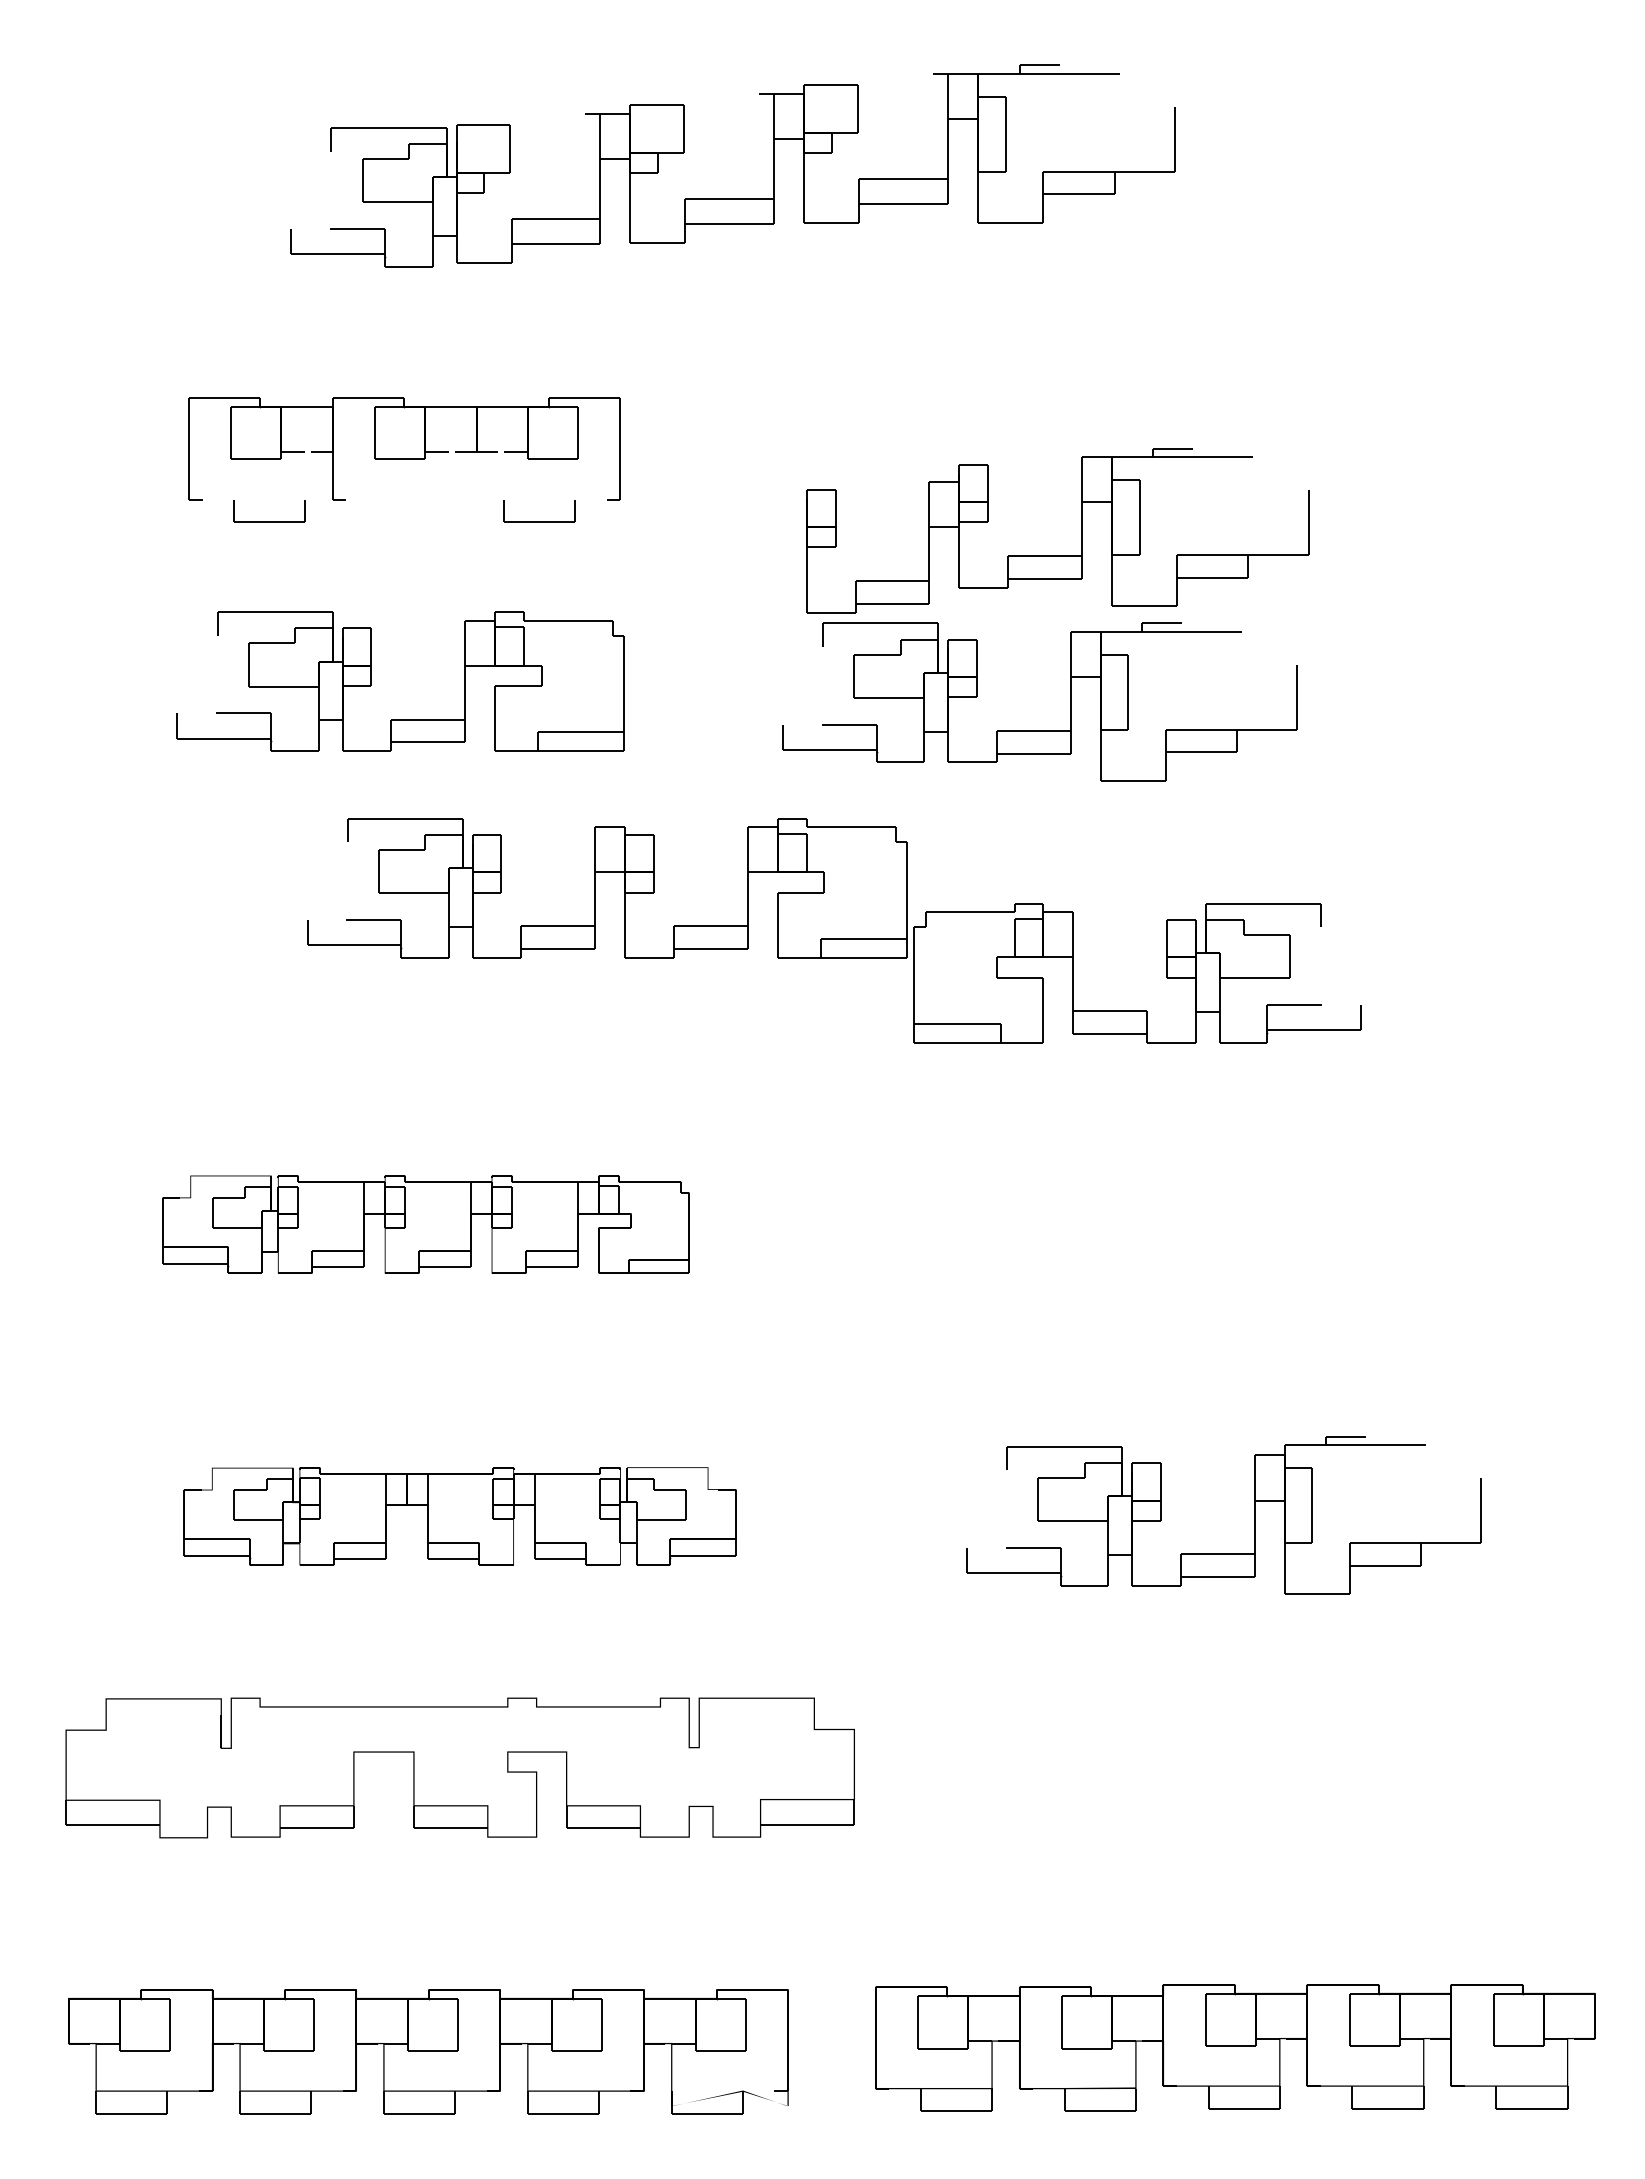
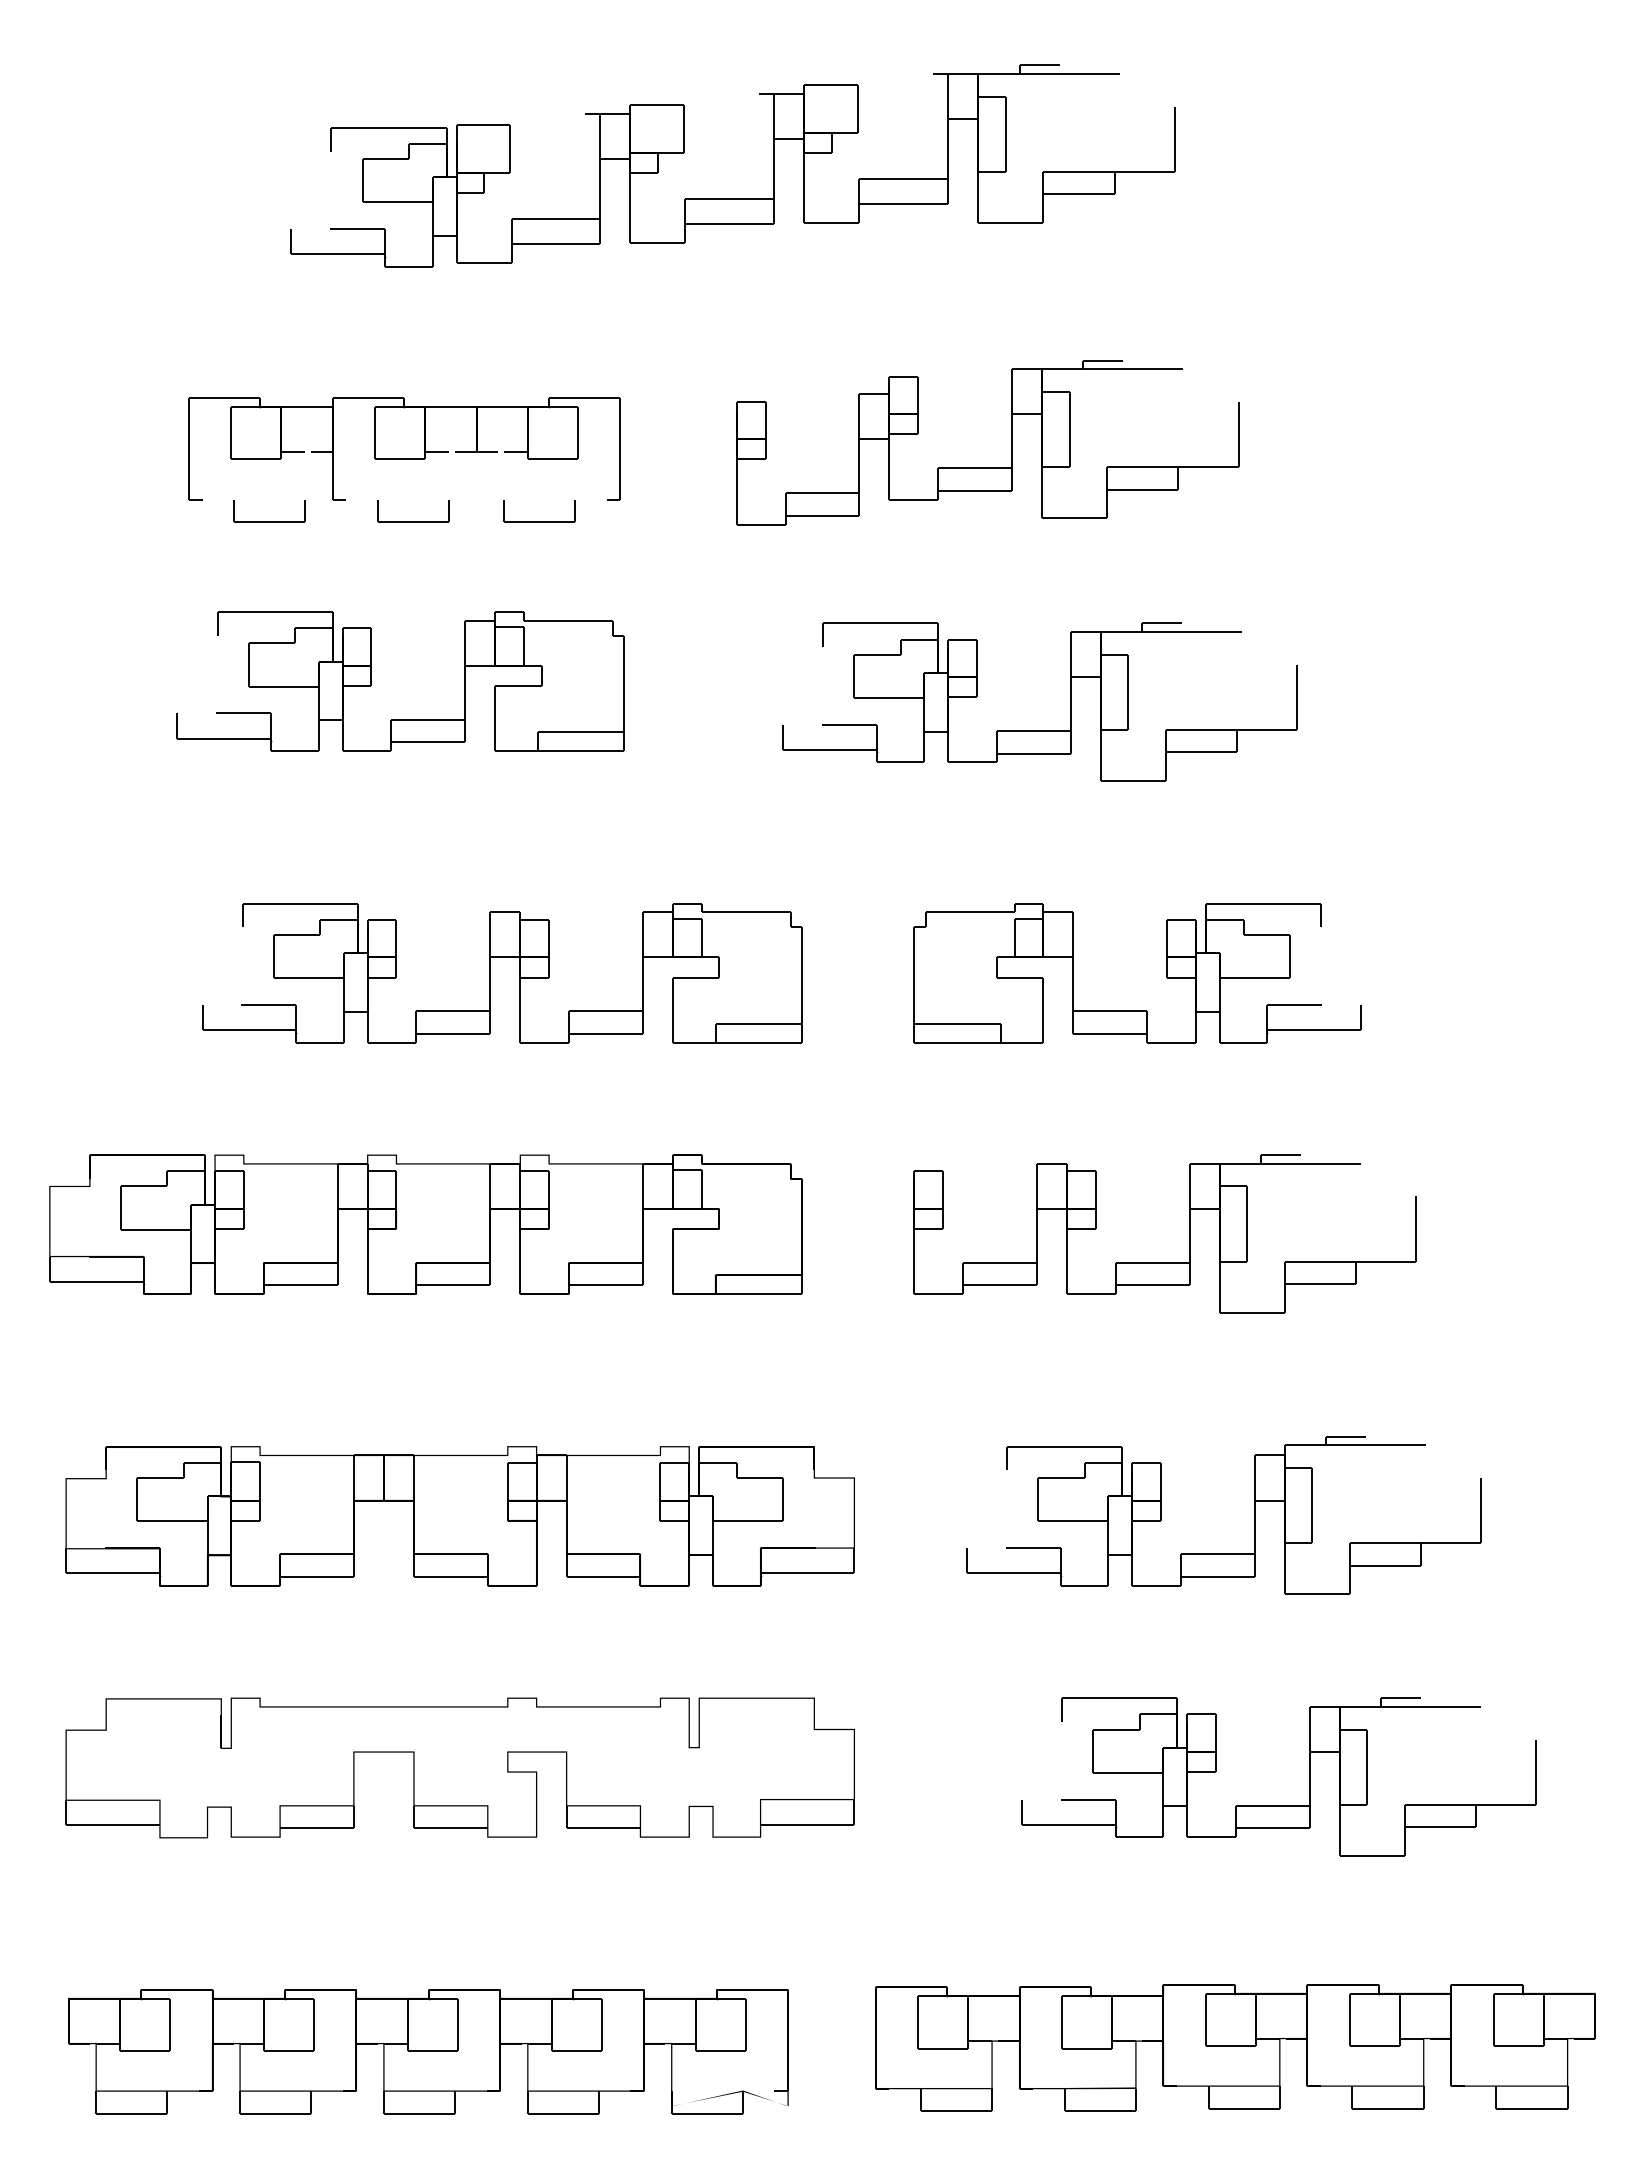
line at (413, 521): none -> present
part at (1081, 530) position: (1081, 530) -> (1011, 442)
part at (595, 888) position: (595, 888) -> (490, 973)
part at (425, 1224) size: 528x99 px -> 754x141 px
part at (1189, 1233): none -> present
part at (459, 1516) size: 554x99 px -> 790x141 px
part at (1278, 1805): none -> present
